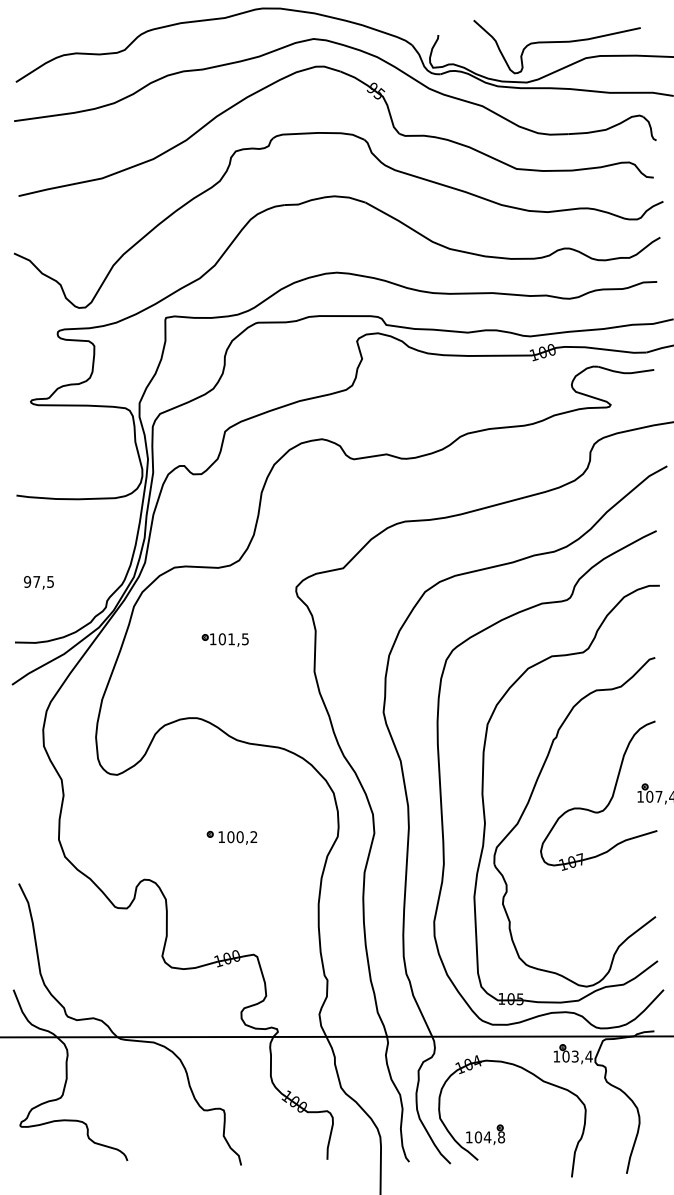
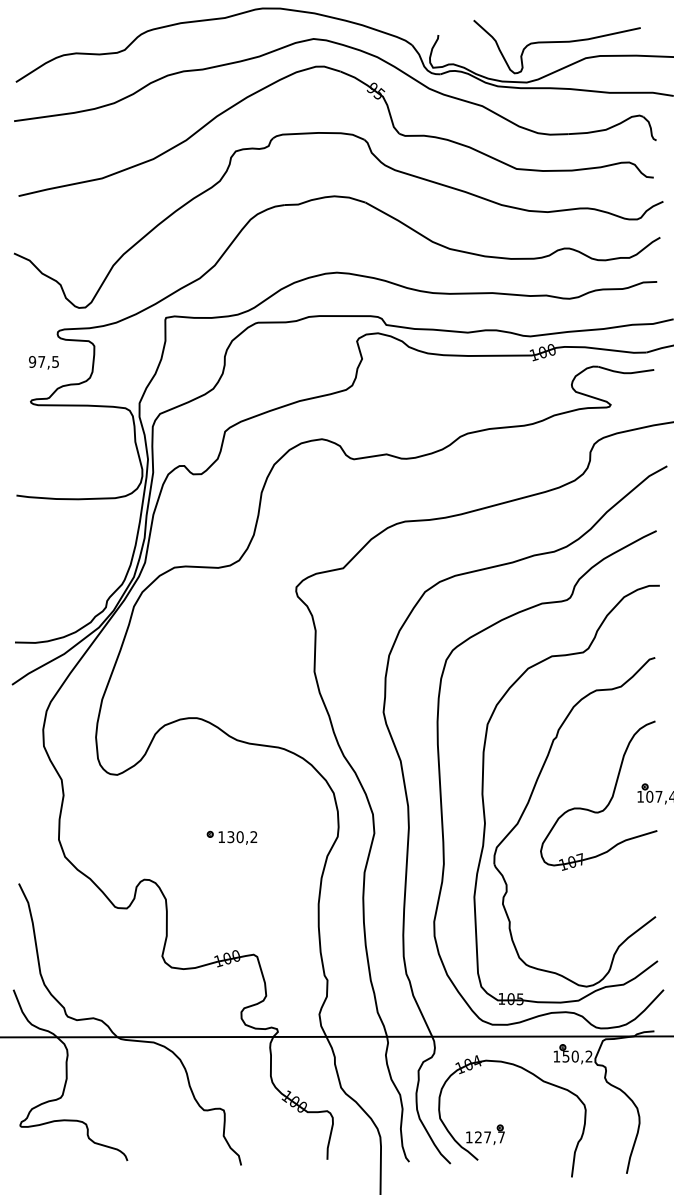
text at (38, 582) position: (38, 582) -> (43, 362)
part at (224, 639): present -> none
text at (230, 837): 100,2 -> 130,2
text at (577, 1056): 103,4 -> 150,2
text at (489, 1137): 104,8 -> 127,7
